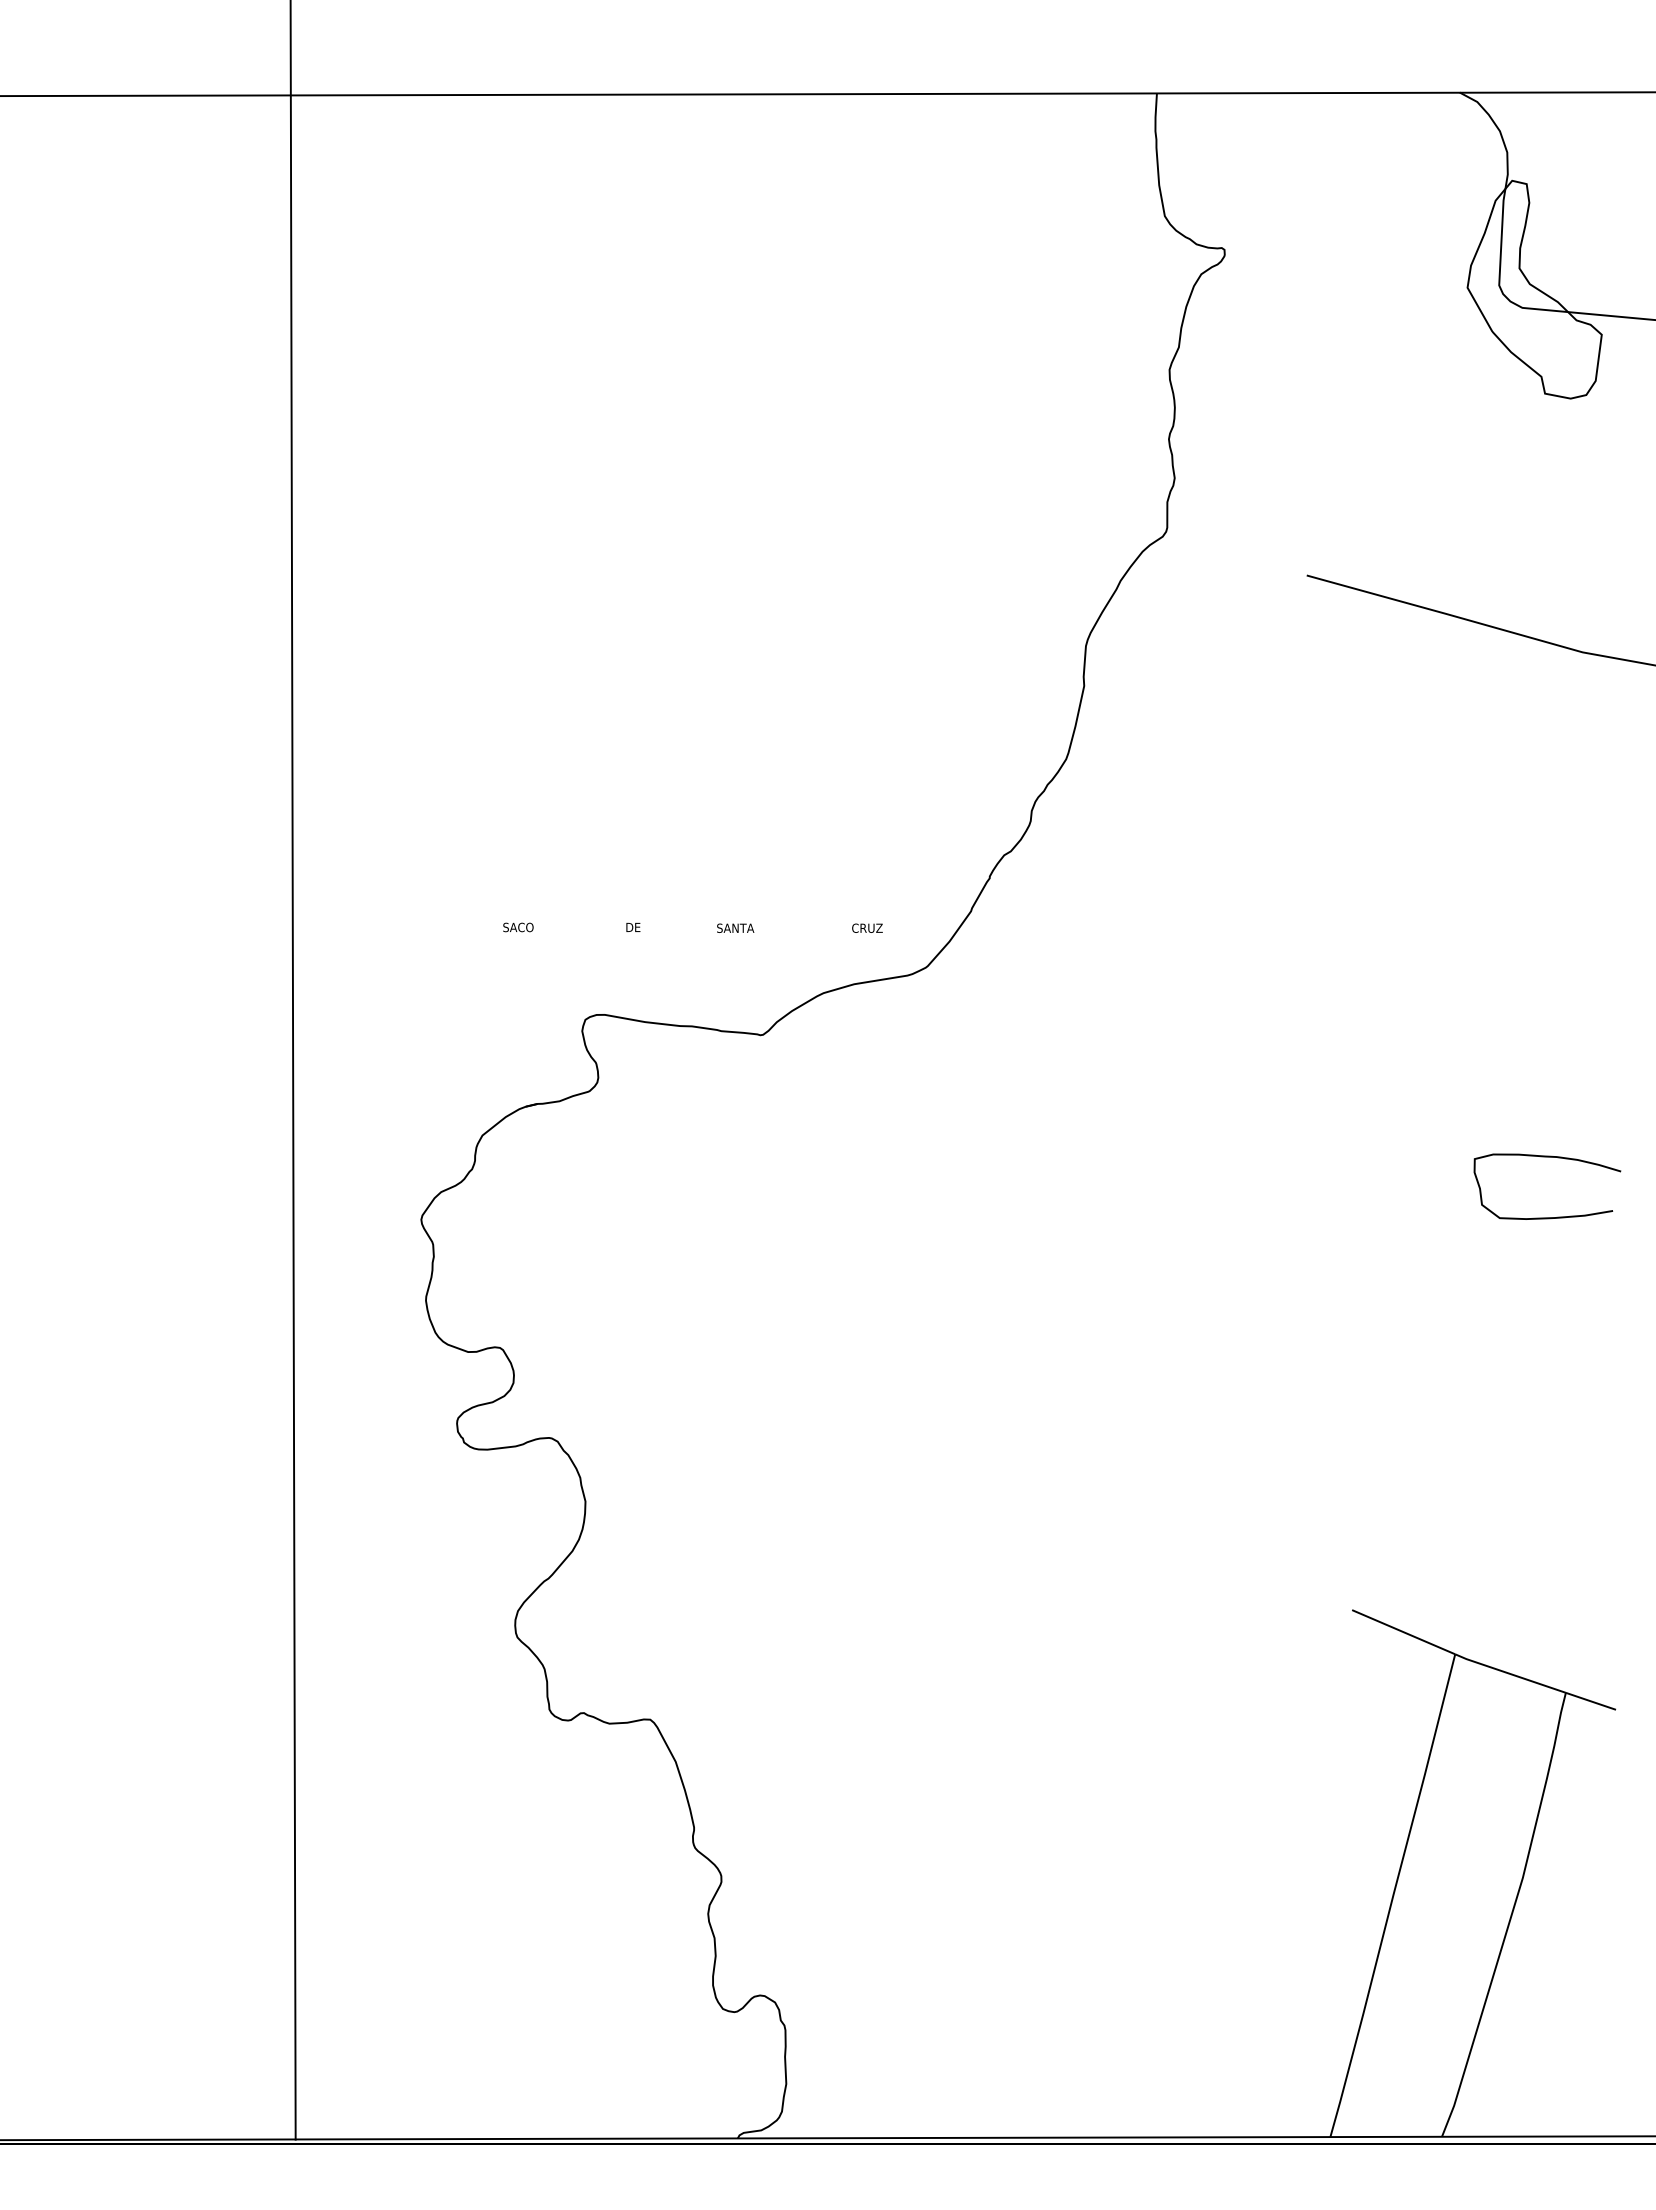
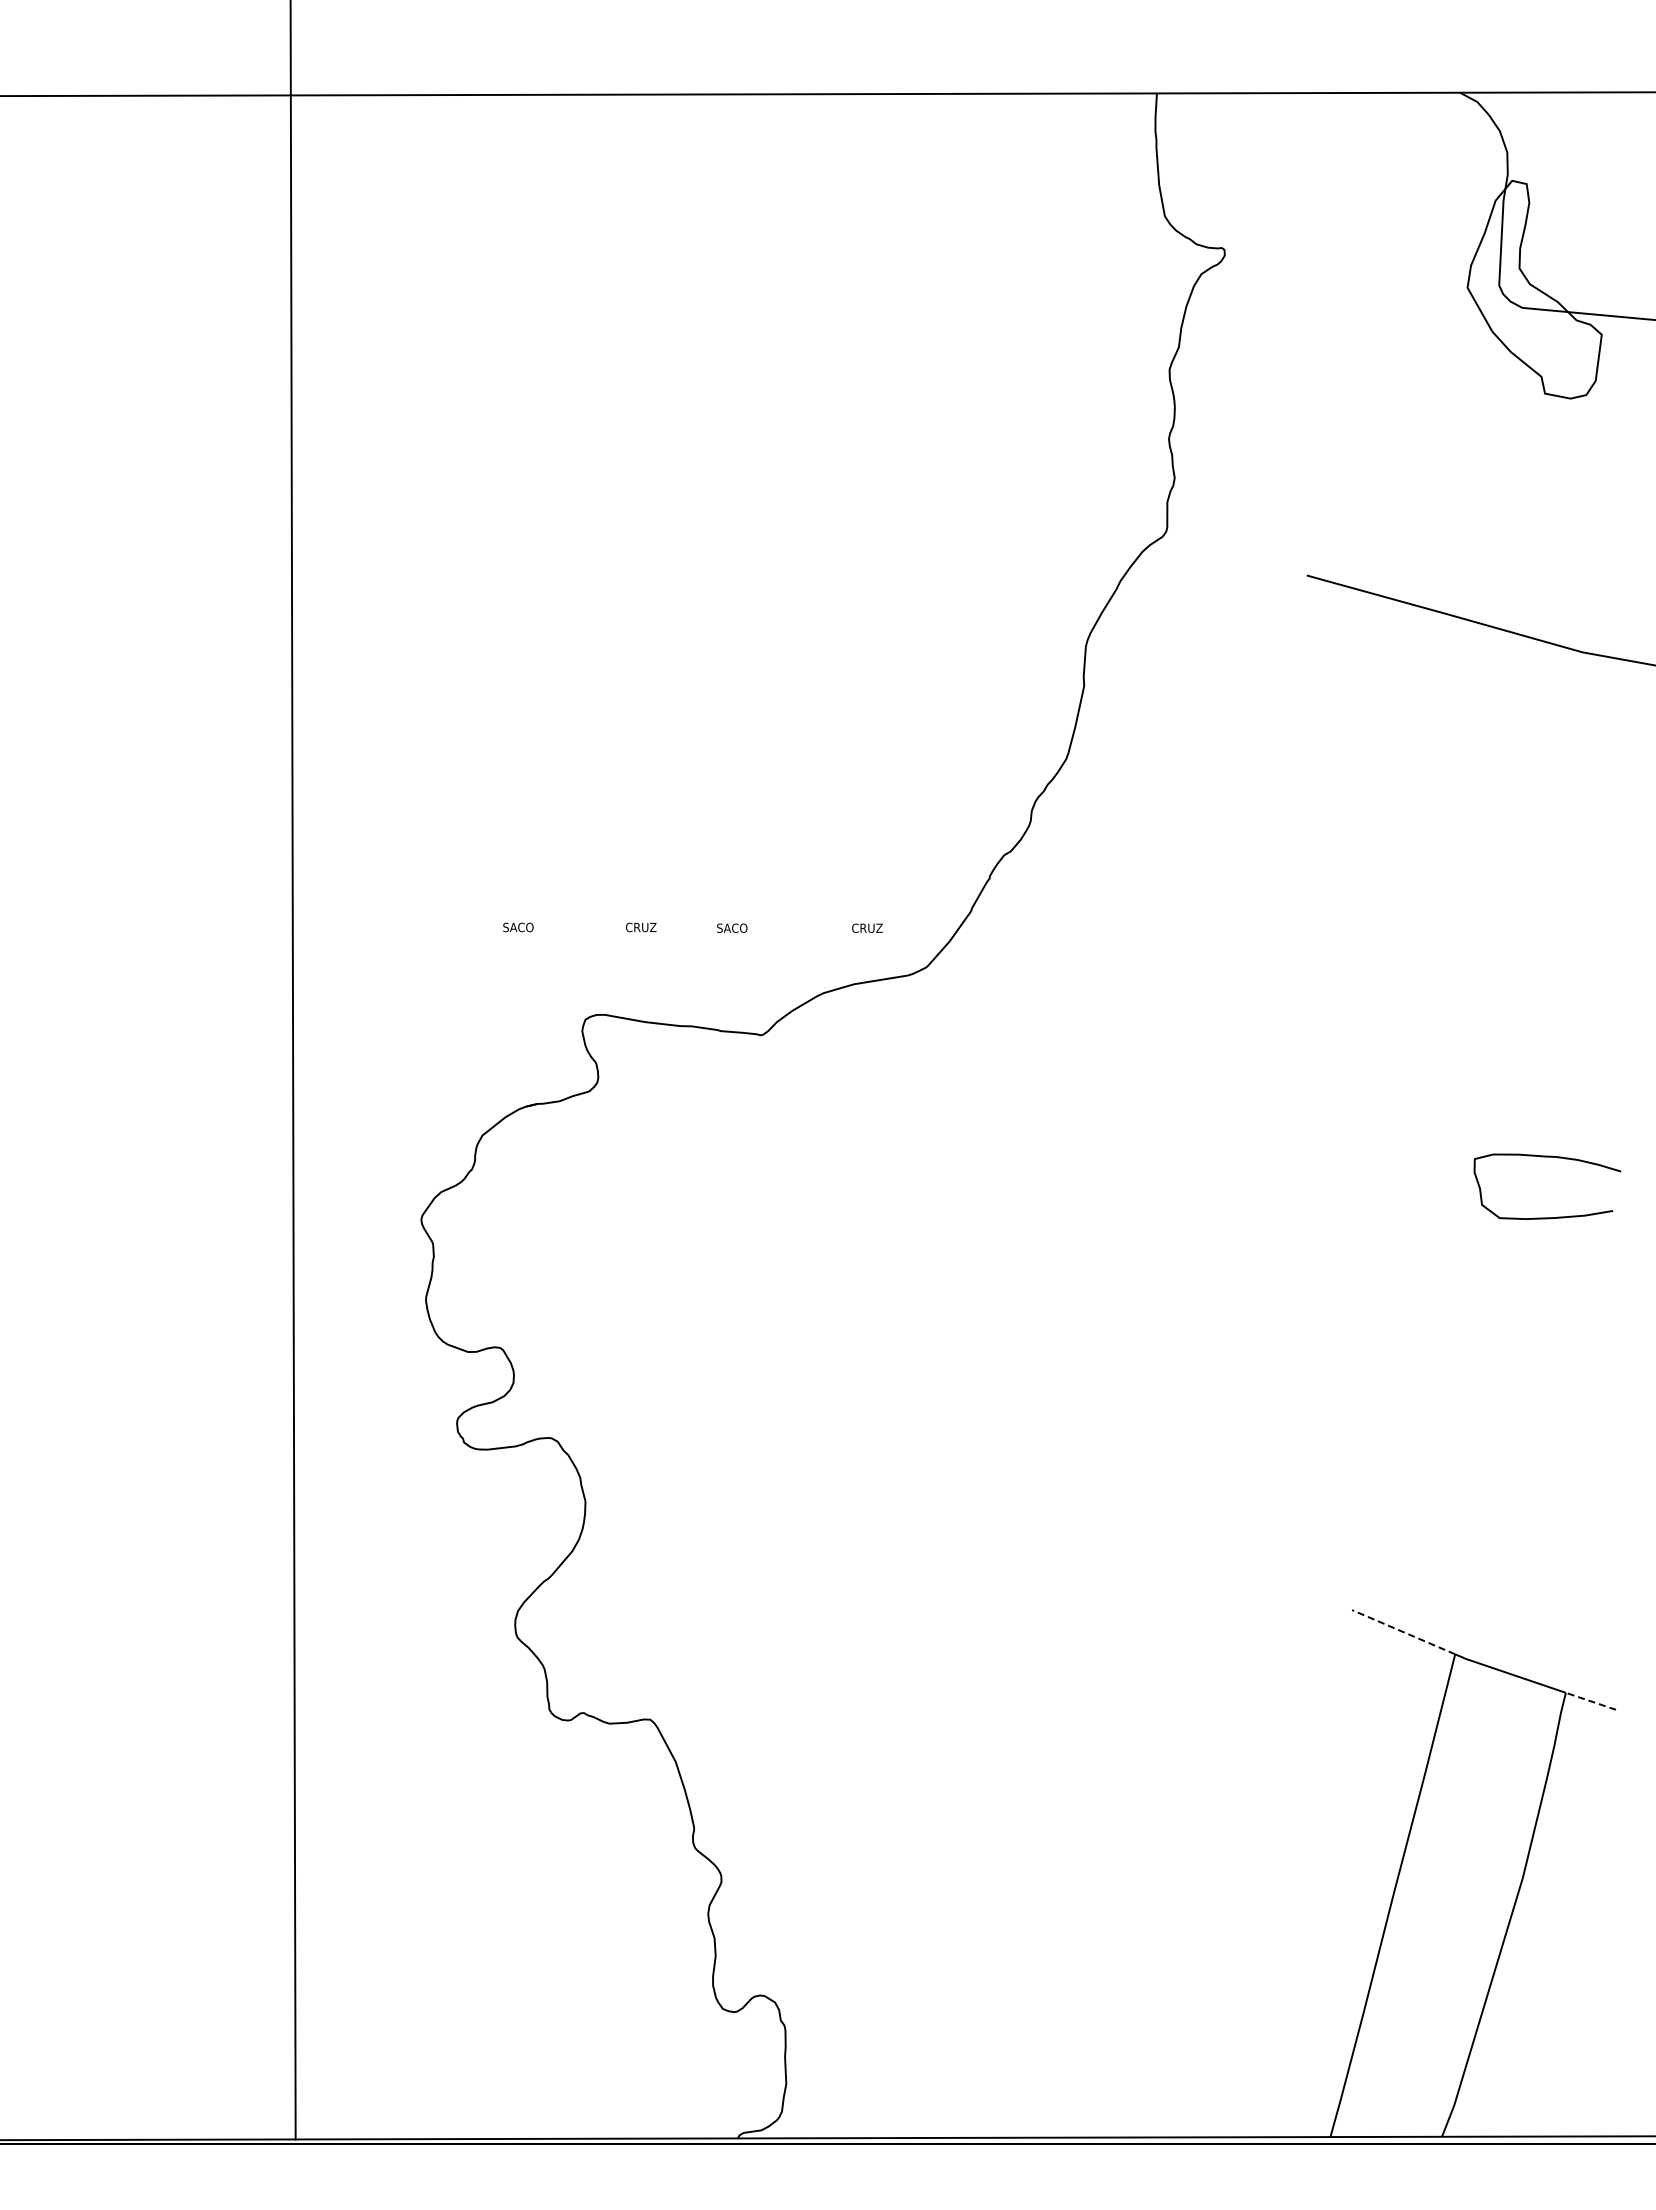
text at (640, 927): DE -> CRUZ
text at (743, 927): SANTA -> SACO
line at (1403, 1632): solid -> dashed
line at (1591, 1701): solid -> dashed
